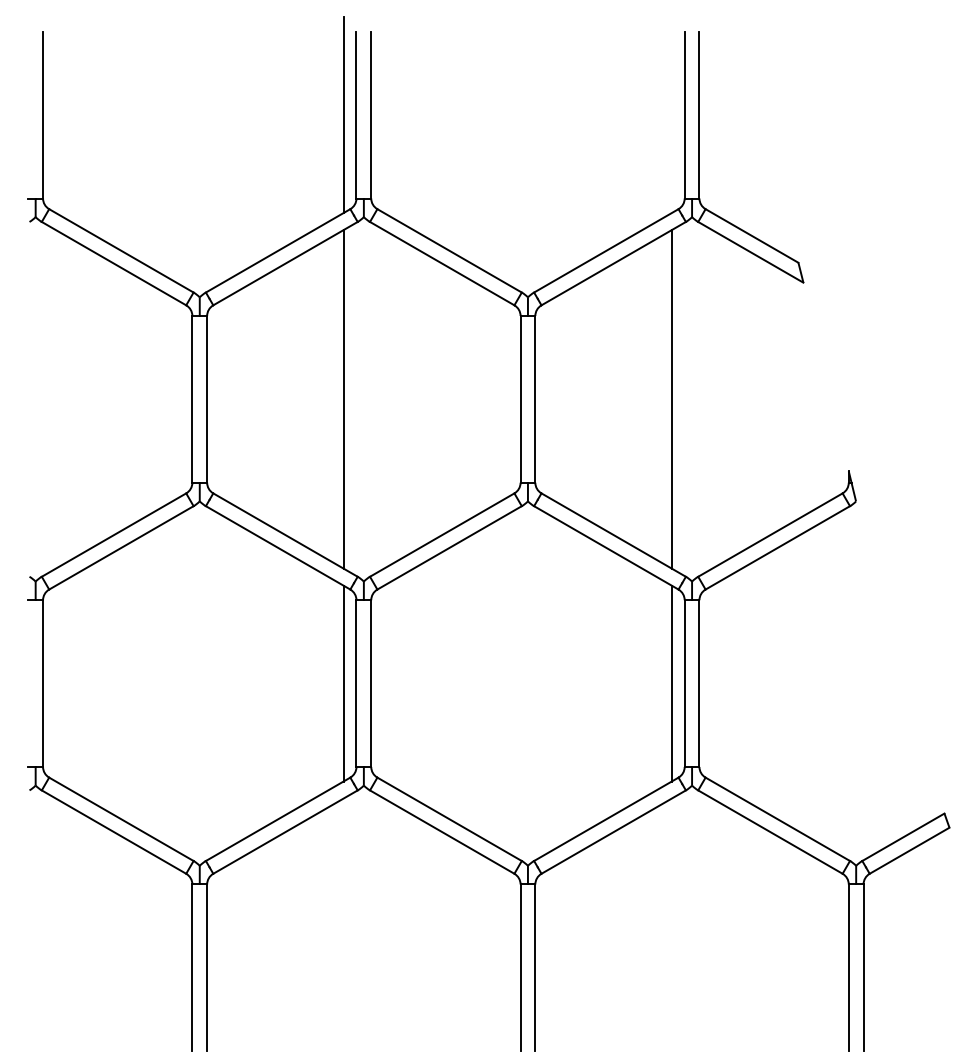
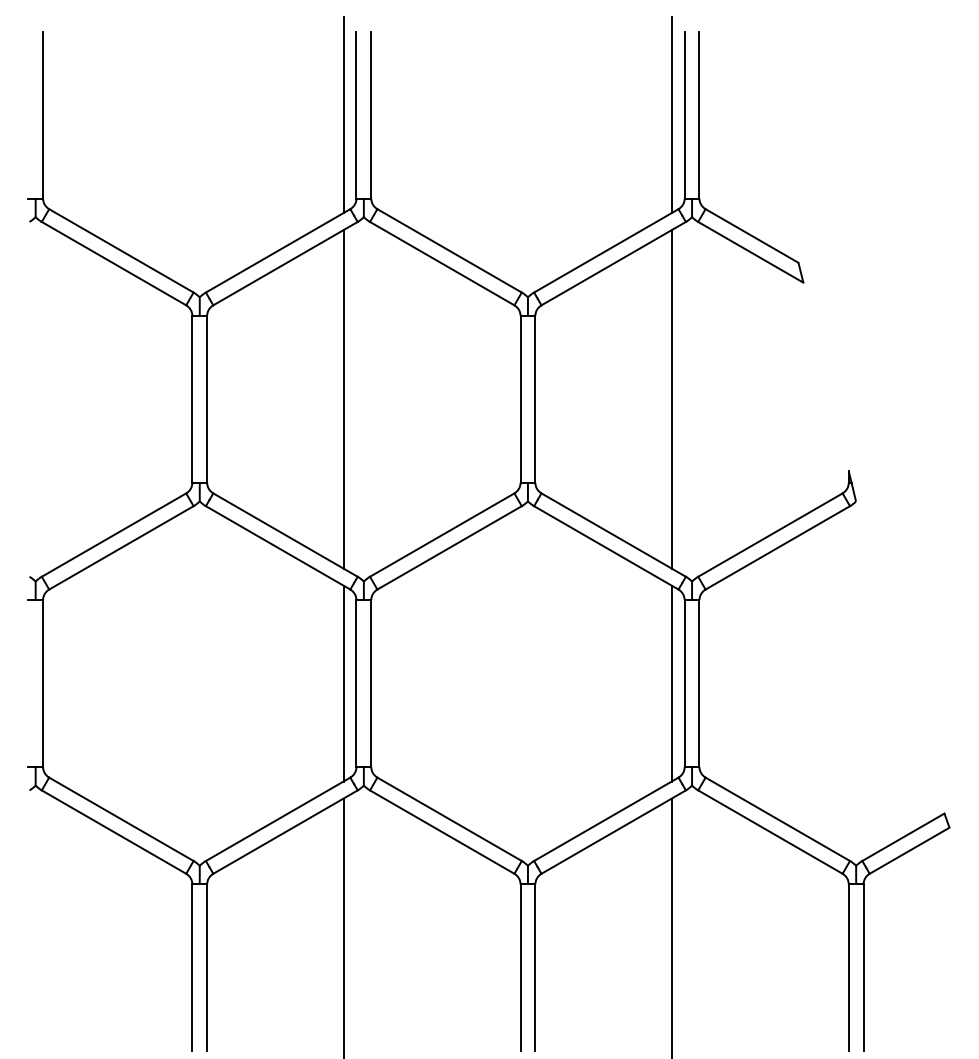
line at (671, 115): none -> present
line at (343, 926): none -> present
line at (671, 926): none -> present
